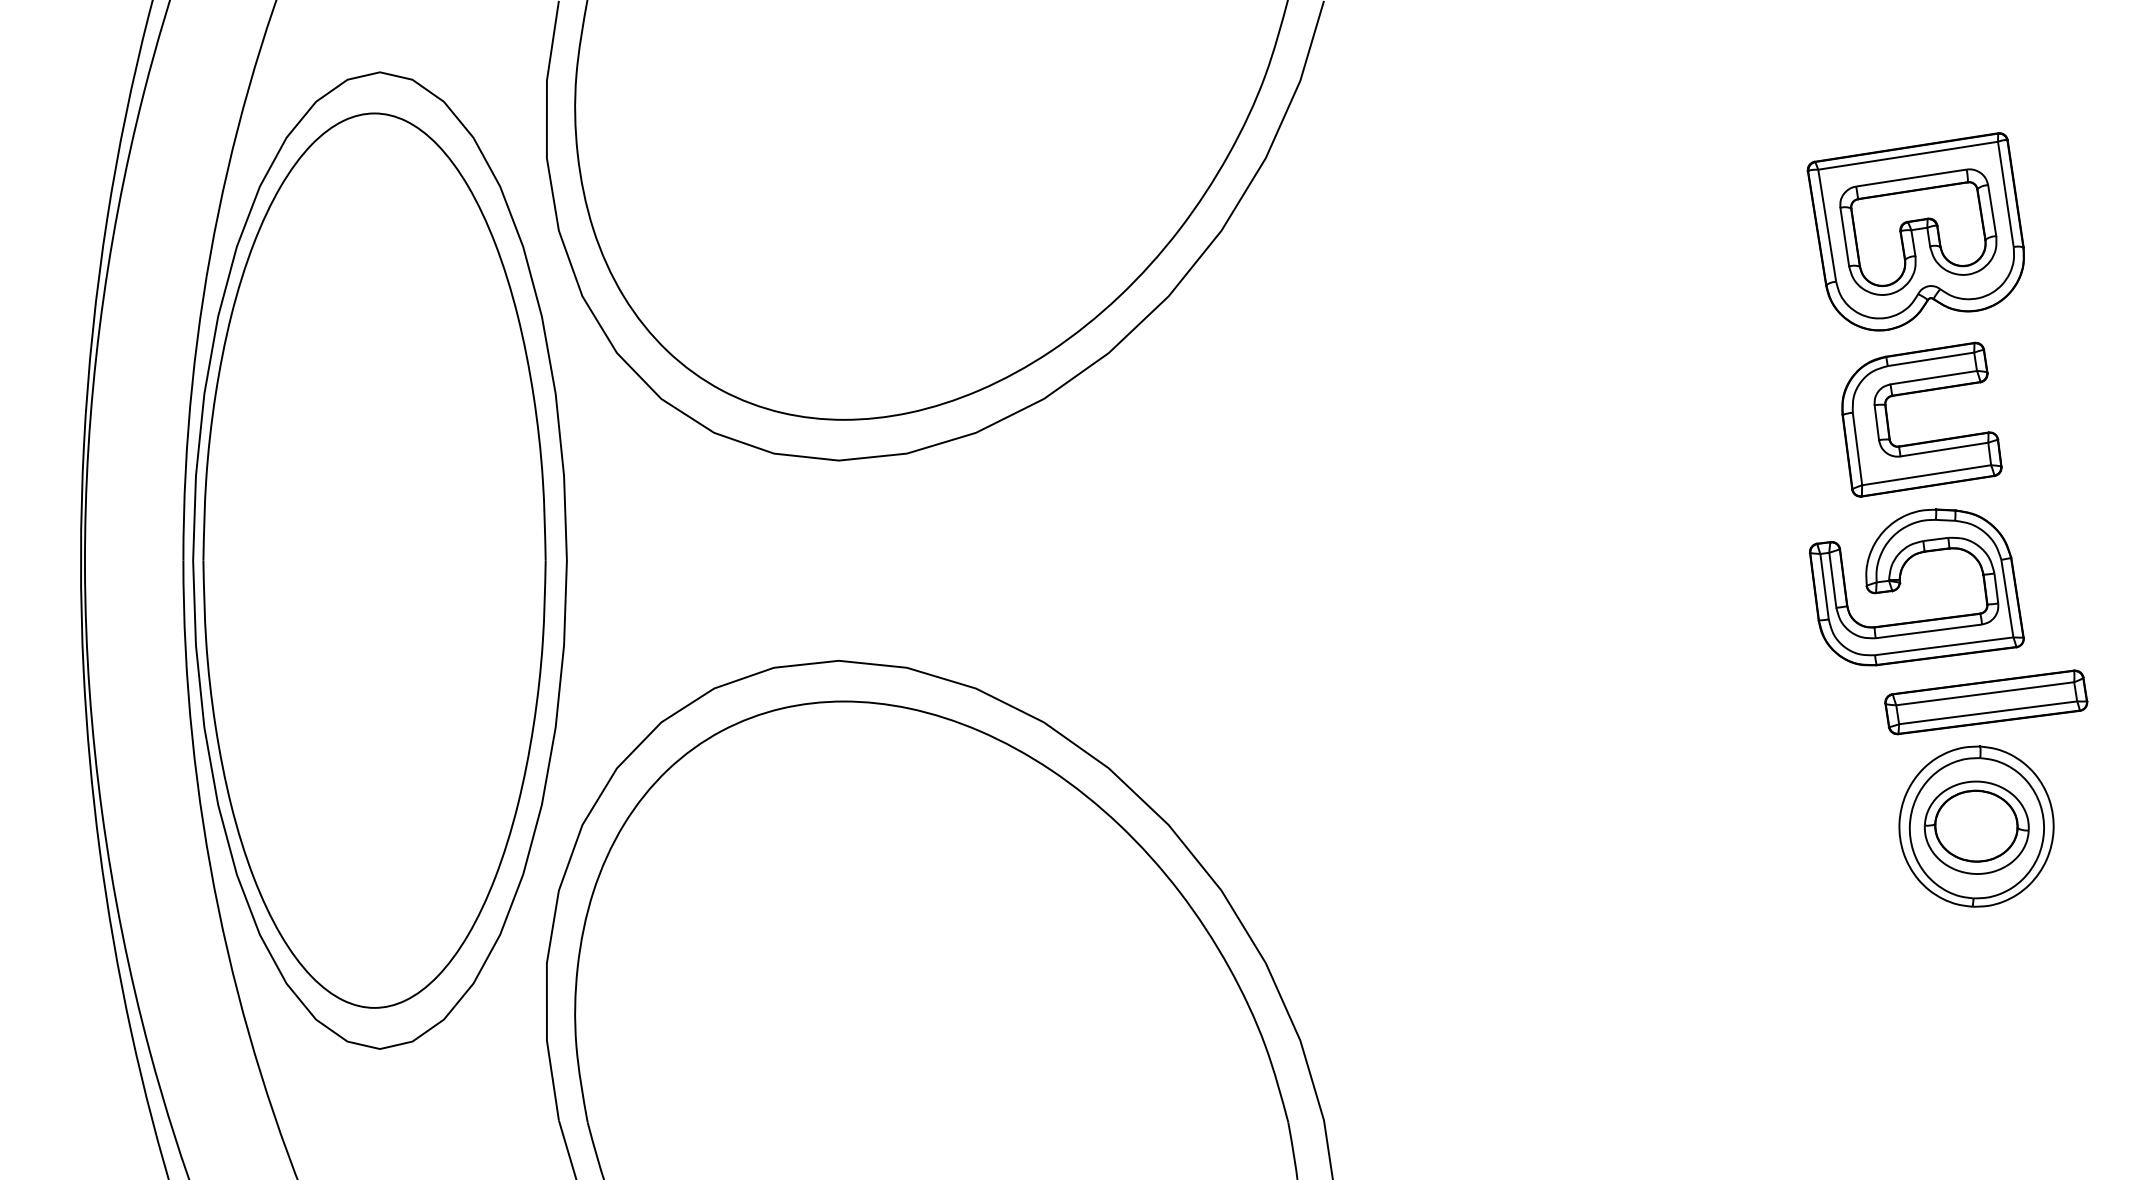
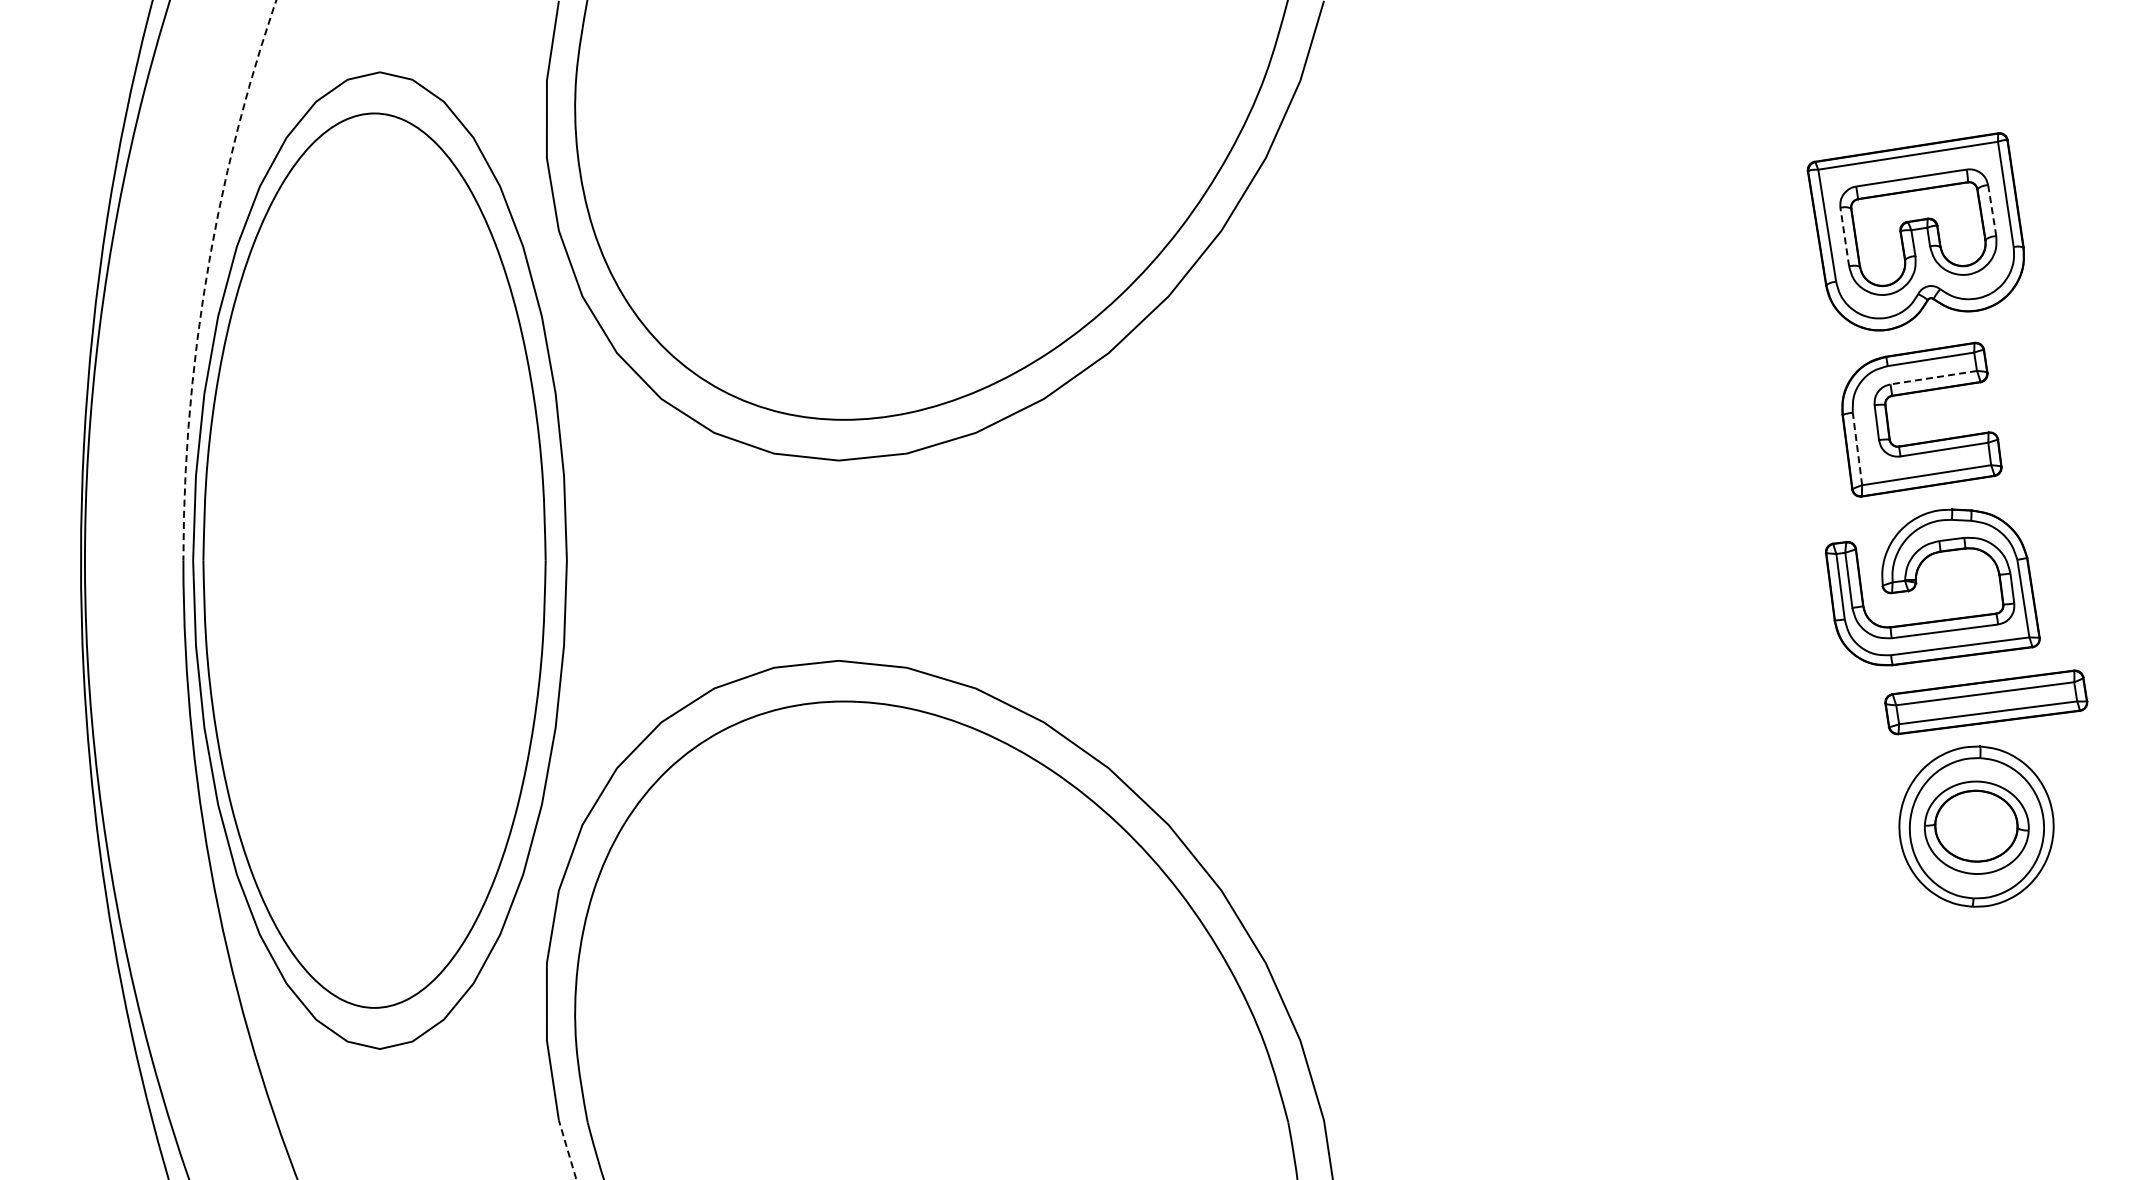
line at (1992, 210): solid -> dashed
line at (1844, 237): solid -> dashed
arc at (206, 276): solid -> dashed
line at (1933, 377): solid -> dashed
line at (1857, 449): solid -> dashed
part at (1901, 583) position: (1901, 583) -> (1917, 583)
line at (567, 1149): solid -> dashed
